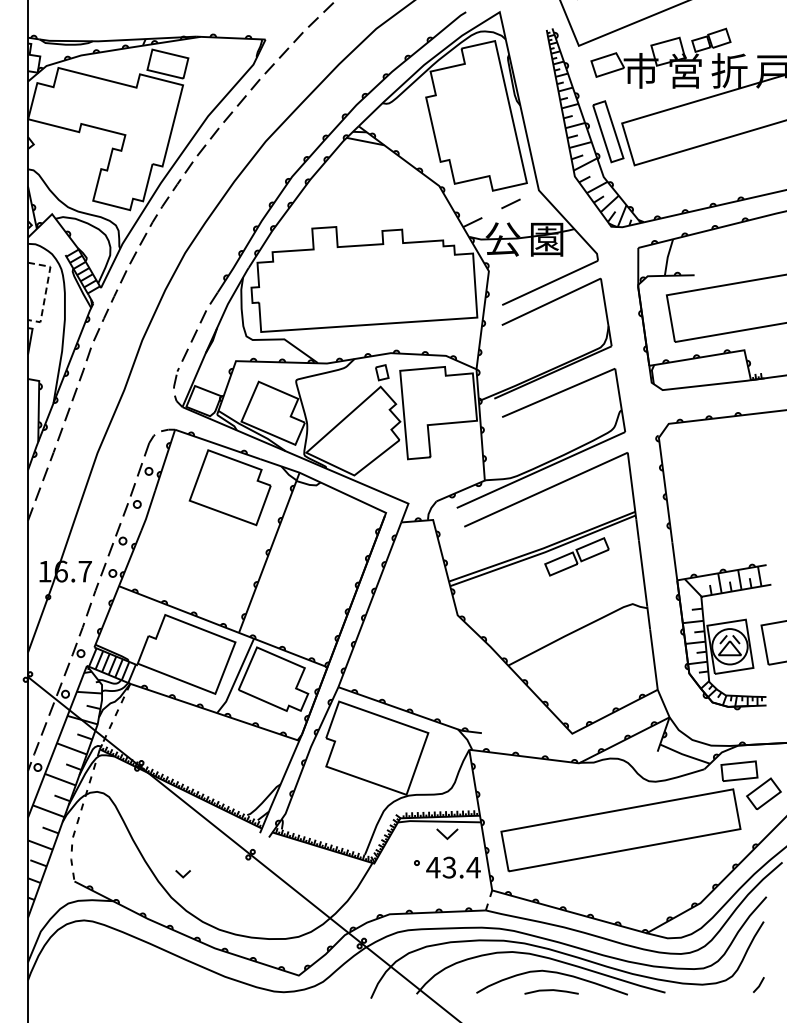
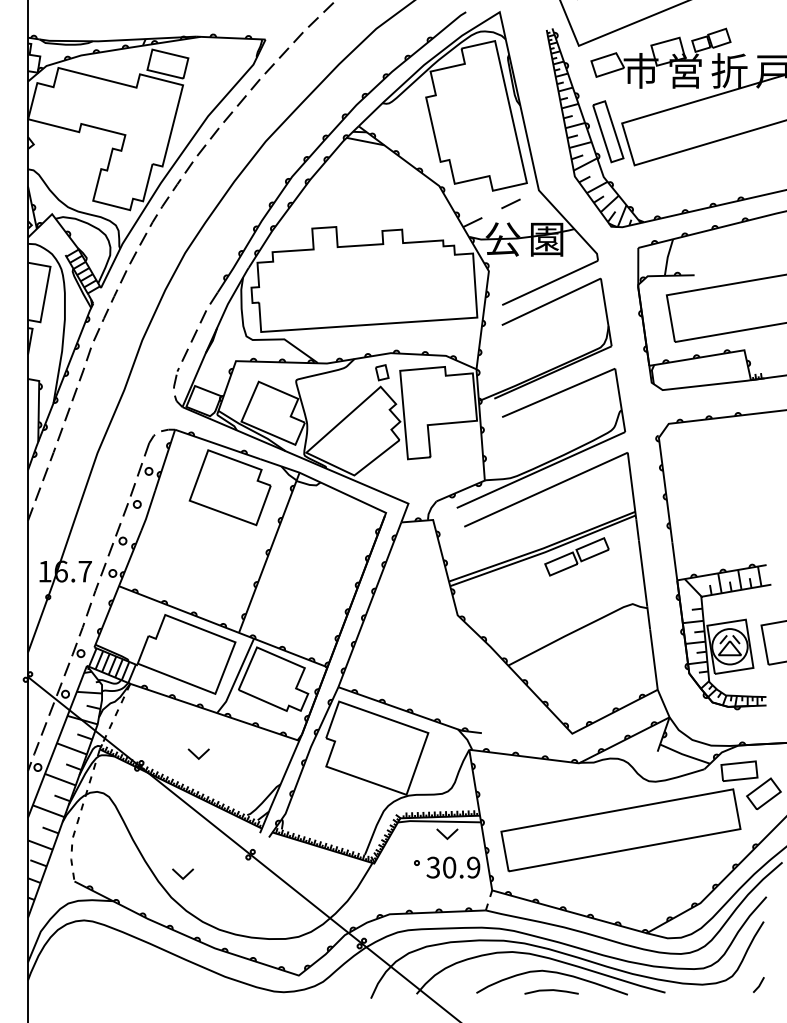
line at (46, 290): dashed -> solid
part at (198, 753): none -> present
text at (453, 867): 43.4 -> 30.9
part at (182, 874) size: 16x9 px -> 23x12 px
